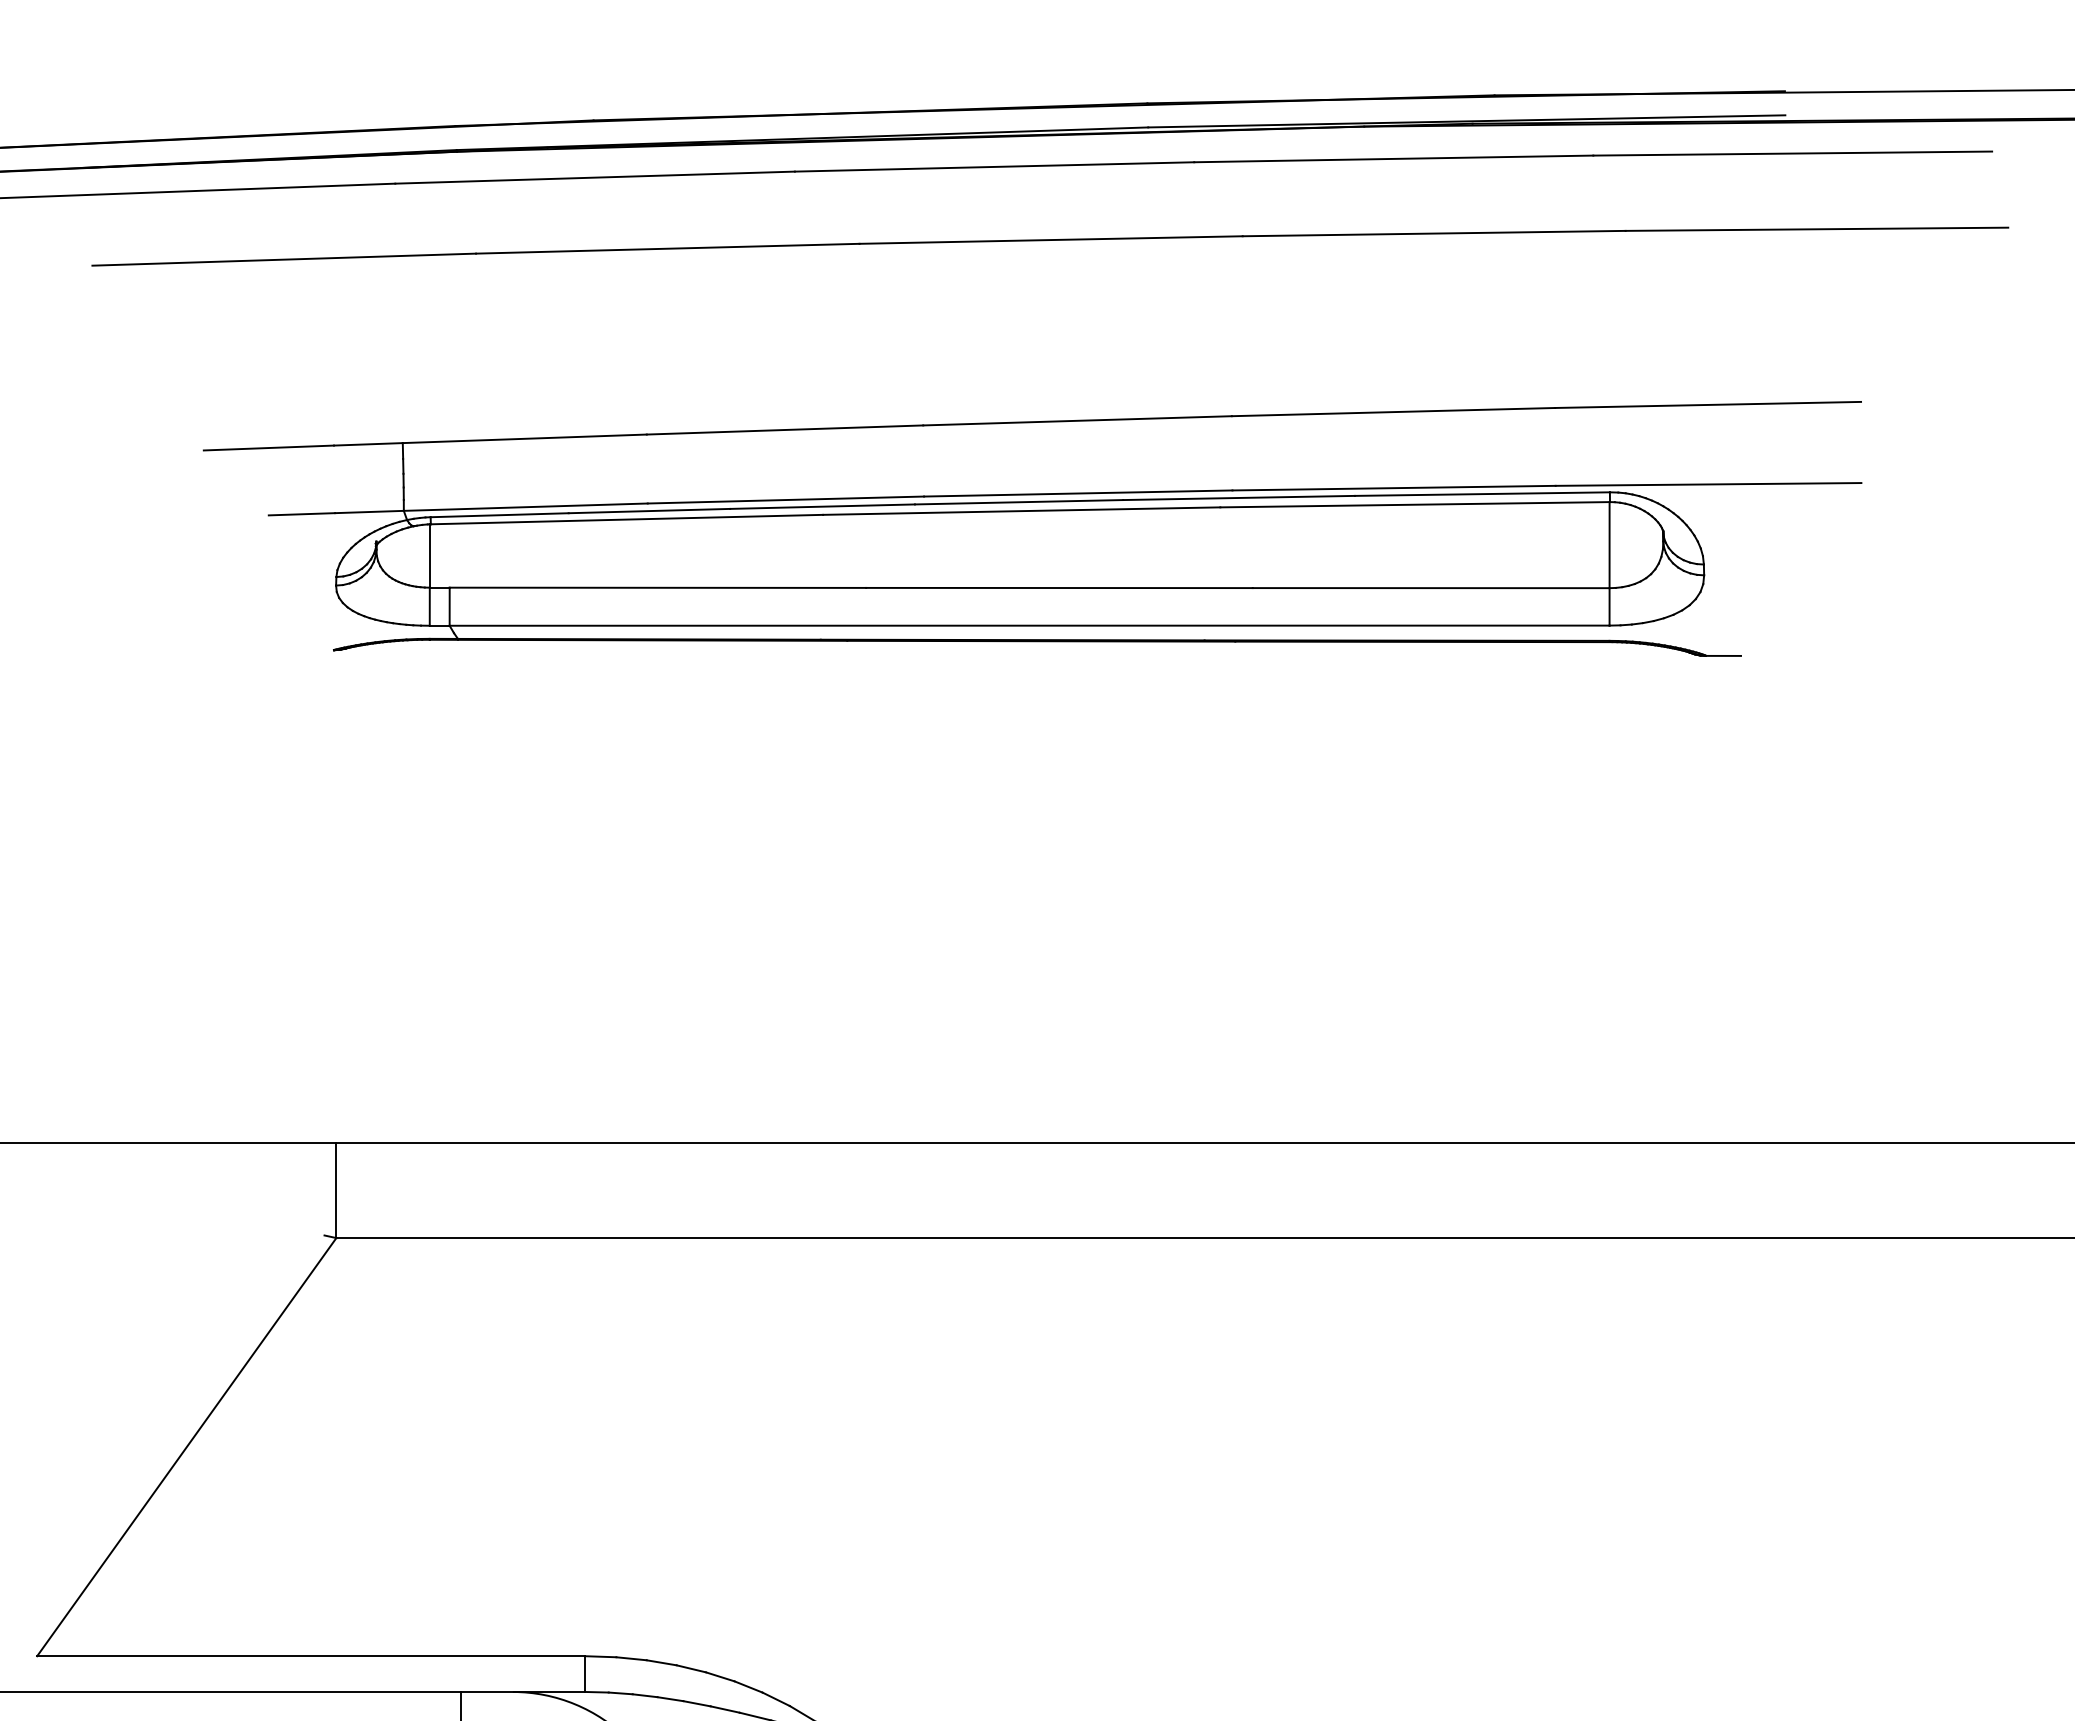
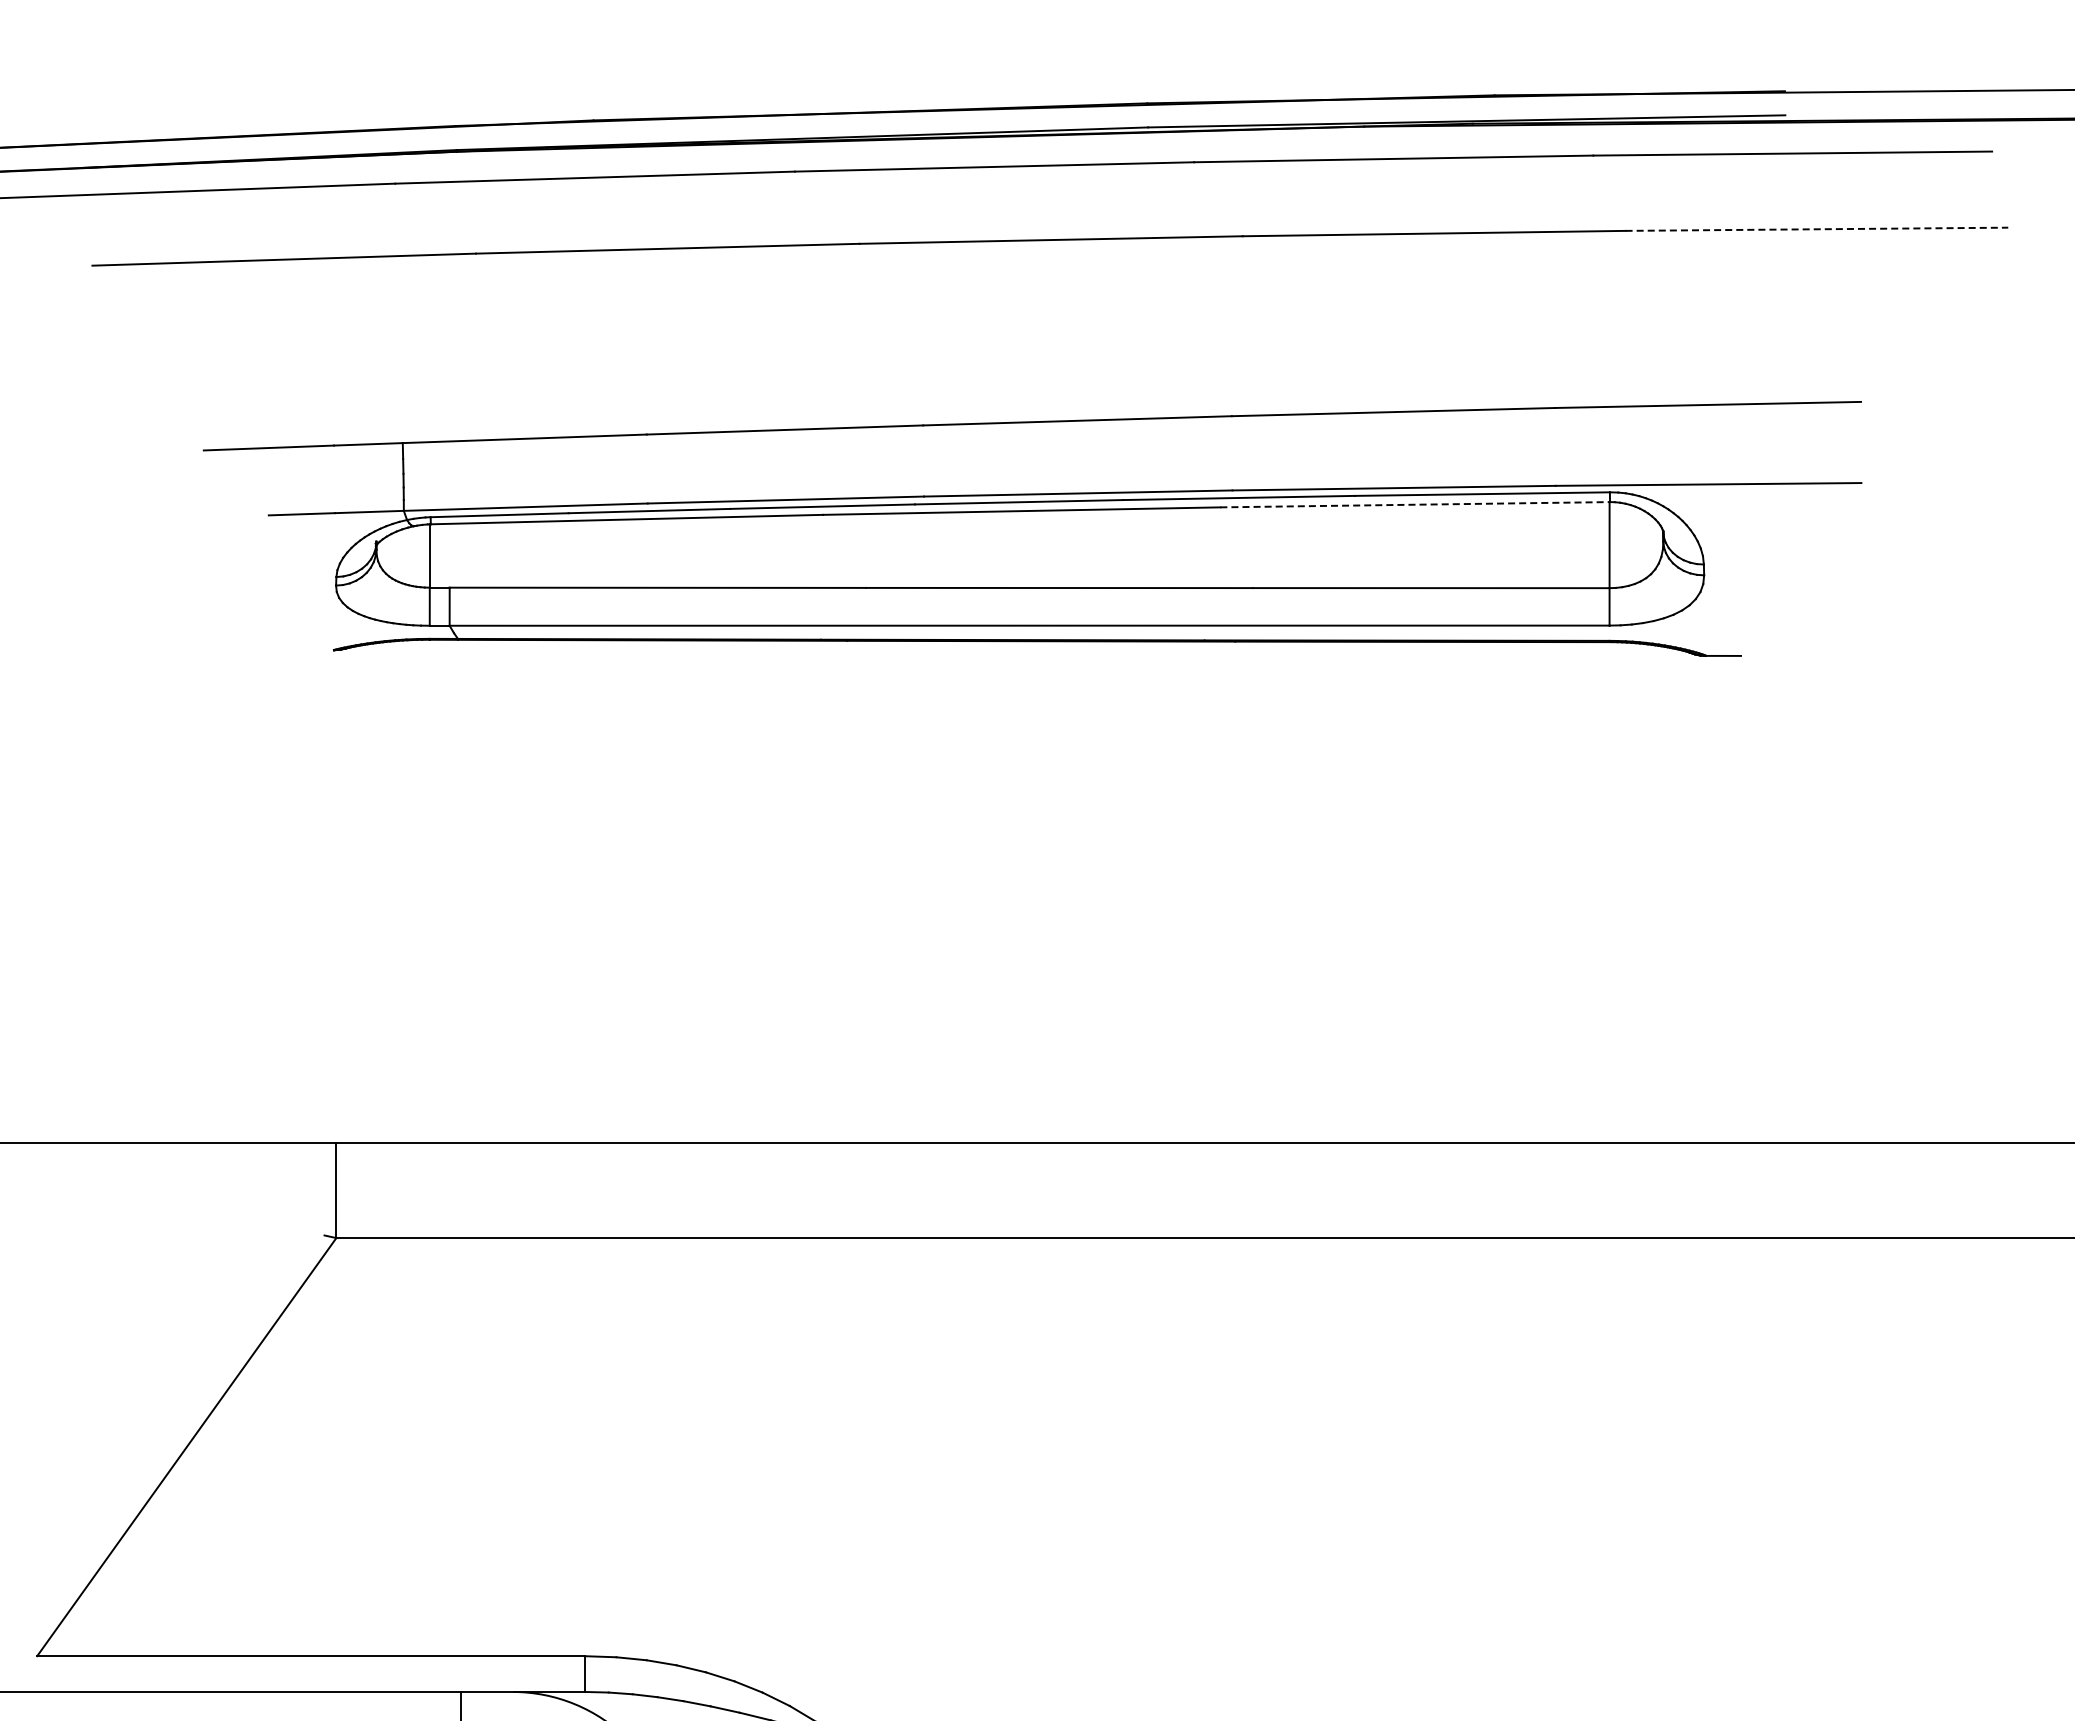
line at (1817, 229): solid -> dashed
line at (1415, 504): solid -> dashed
